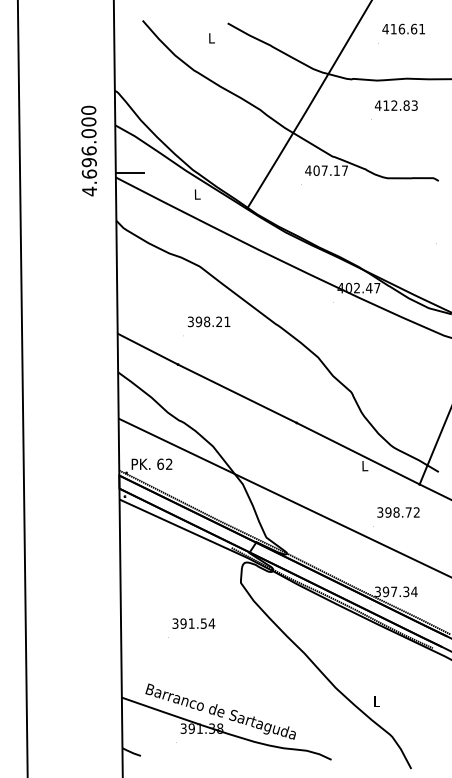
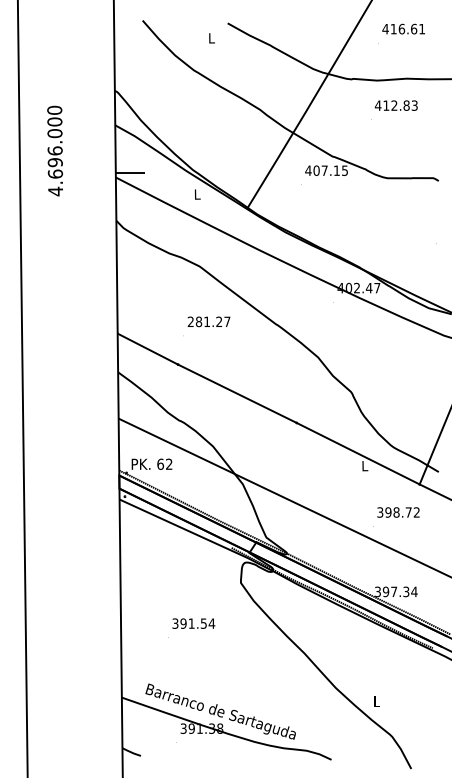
text at (88, 150) position: (88, 150) -> (54, 150)
text at (344, 170): 407.17 -> 407.15
text at (208, 321): 398.21 -> 281.27
